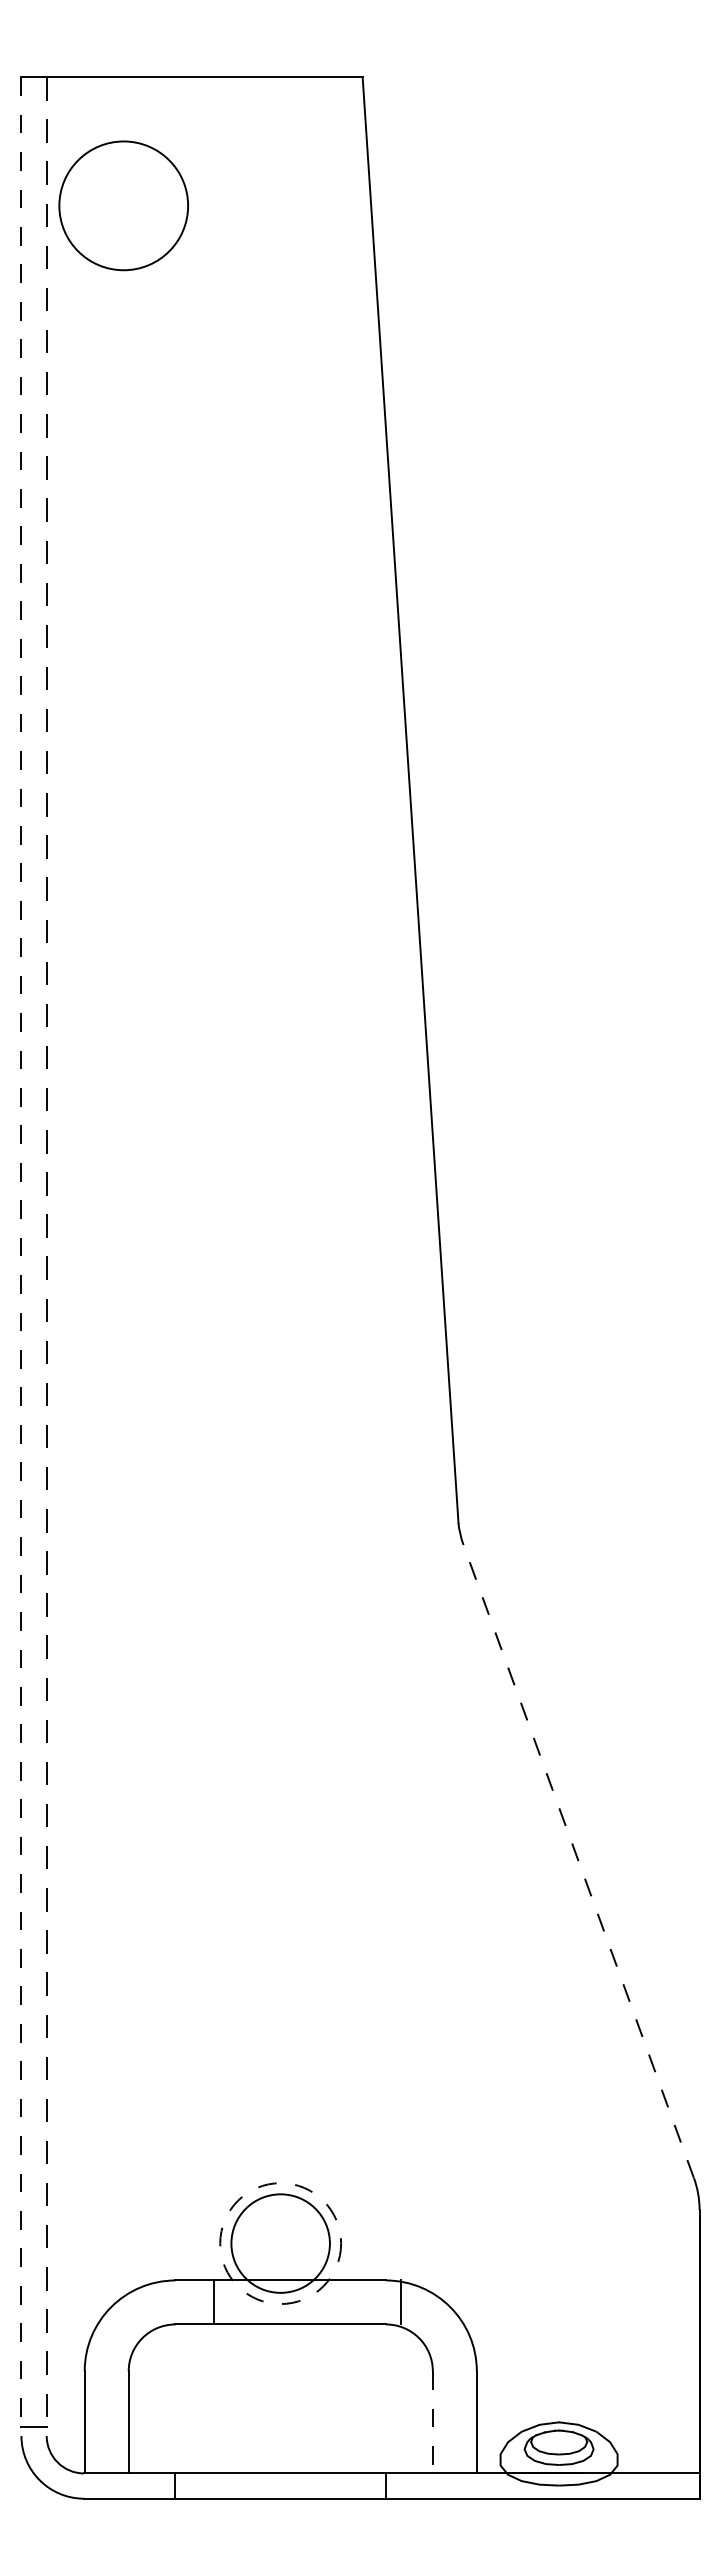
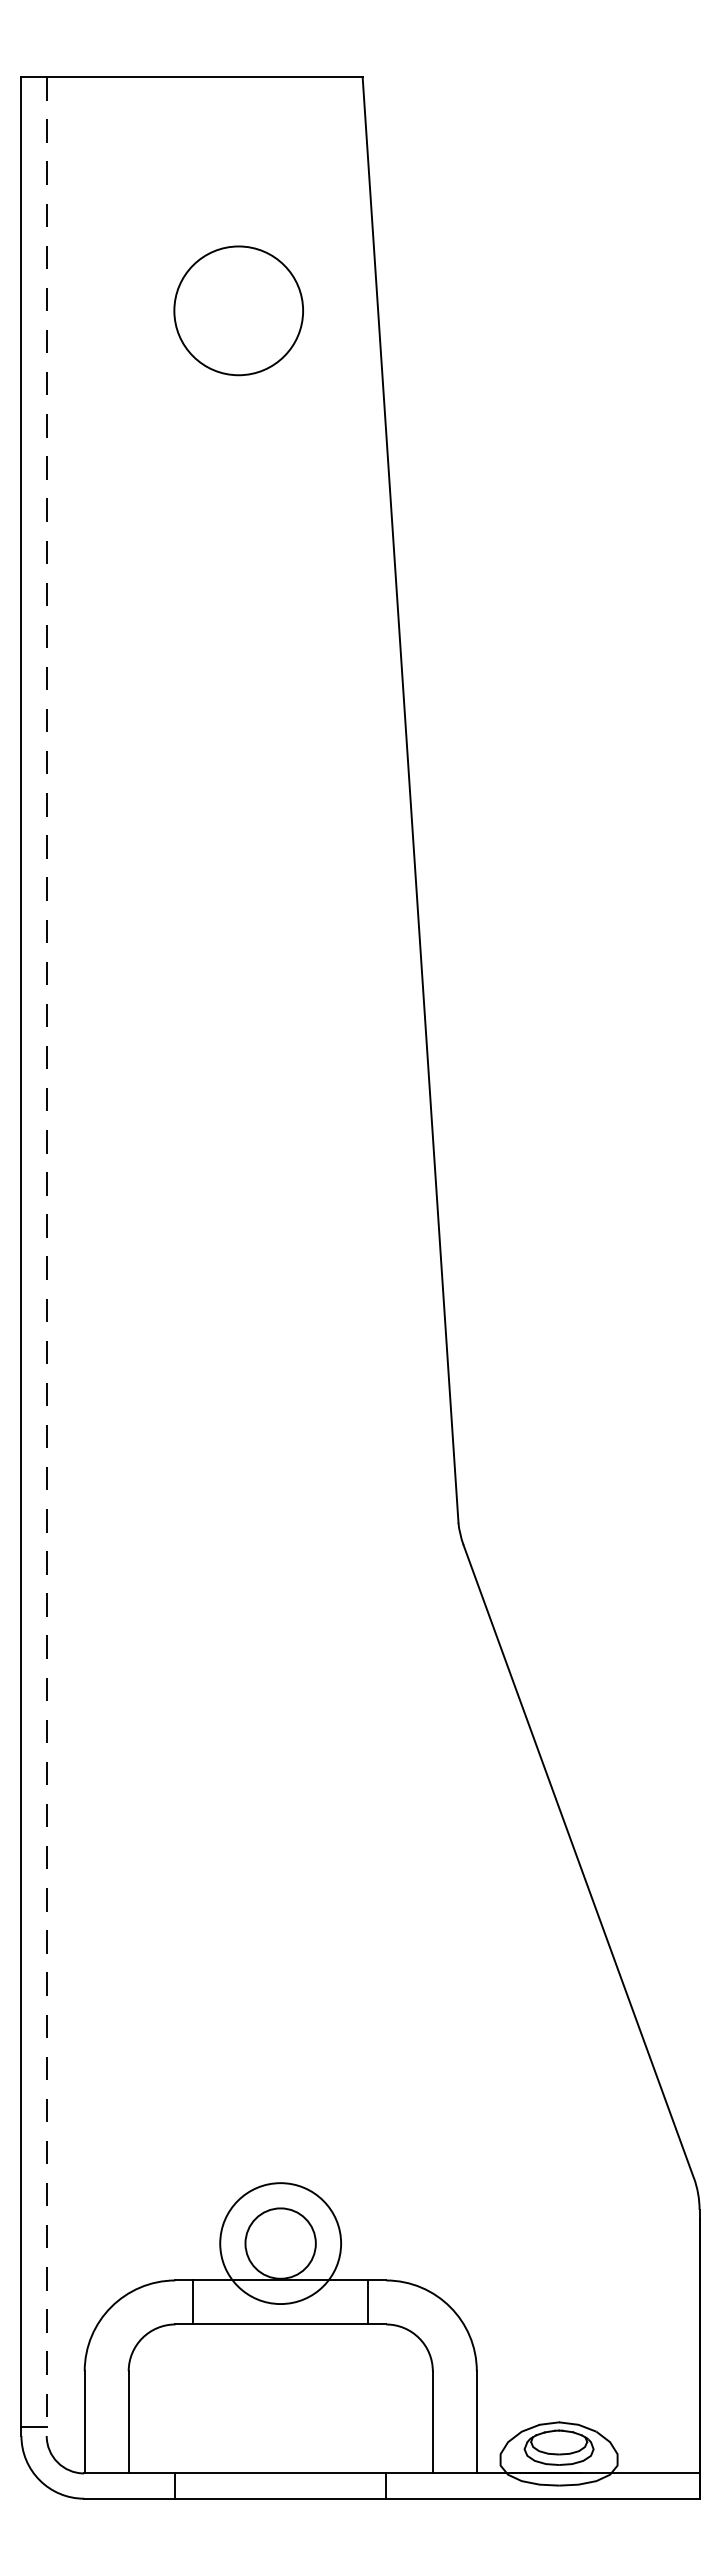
circle at (123, 205) position: (123, 205) -> (238, 310)
line at (21, 1257): dashed -> solid
line at (578, 1861): dashed -> solid
circle at (280, 2243) diameter: 99 px -> 70 px
circle at (280, 2243): dashed -> solid
line at (214, 2302) position: (214, 2302) -> (193, 2302)
line at (401, 2302) position: (401, 2302) -> (368, 2302)
line at (432, 2422): dashed -> solid
